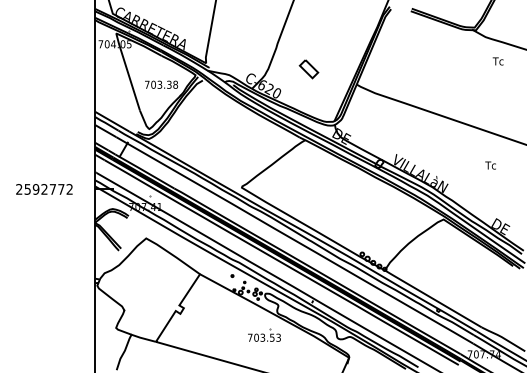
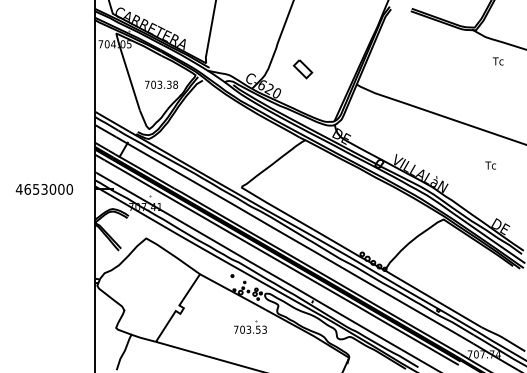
part at (308, 69) position: (308, 69) -> (302, 69)
text at (44, 189): 2592772 -> 4653000
part at (264, 334) position: (264, 334) -> (250, 326)
